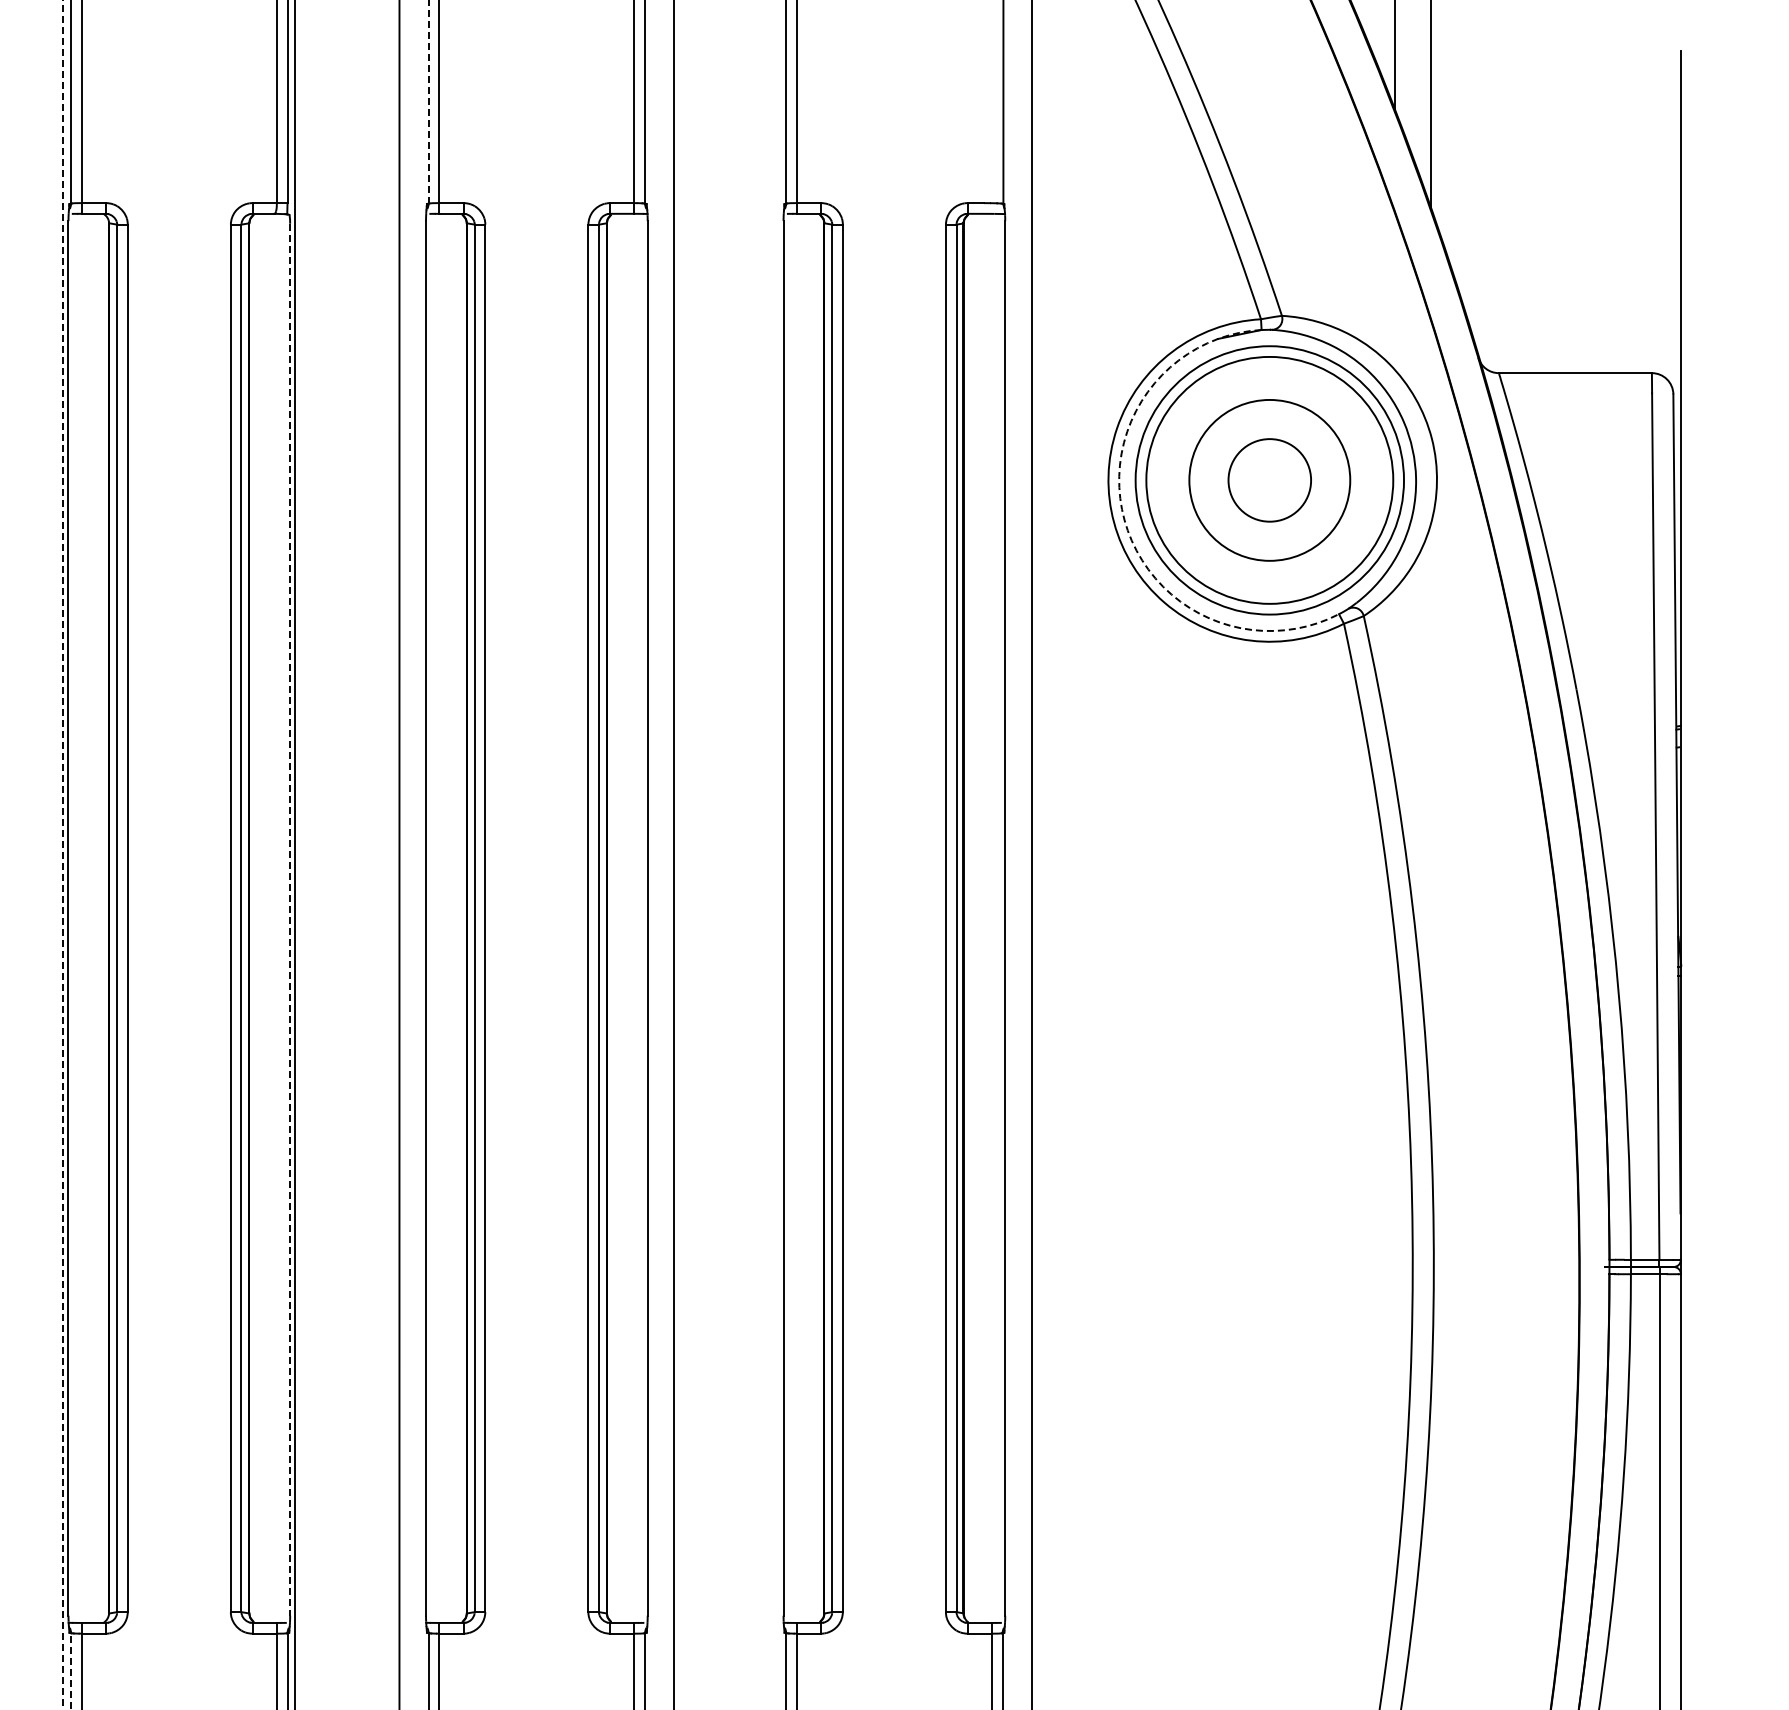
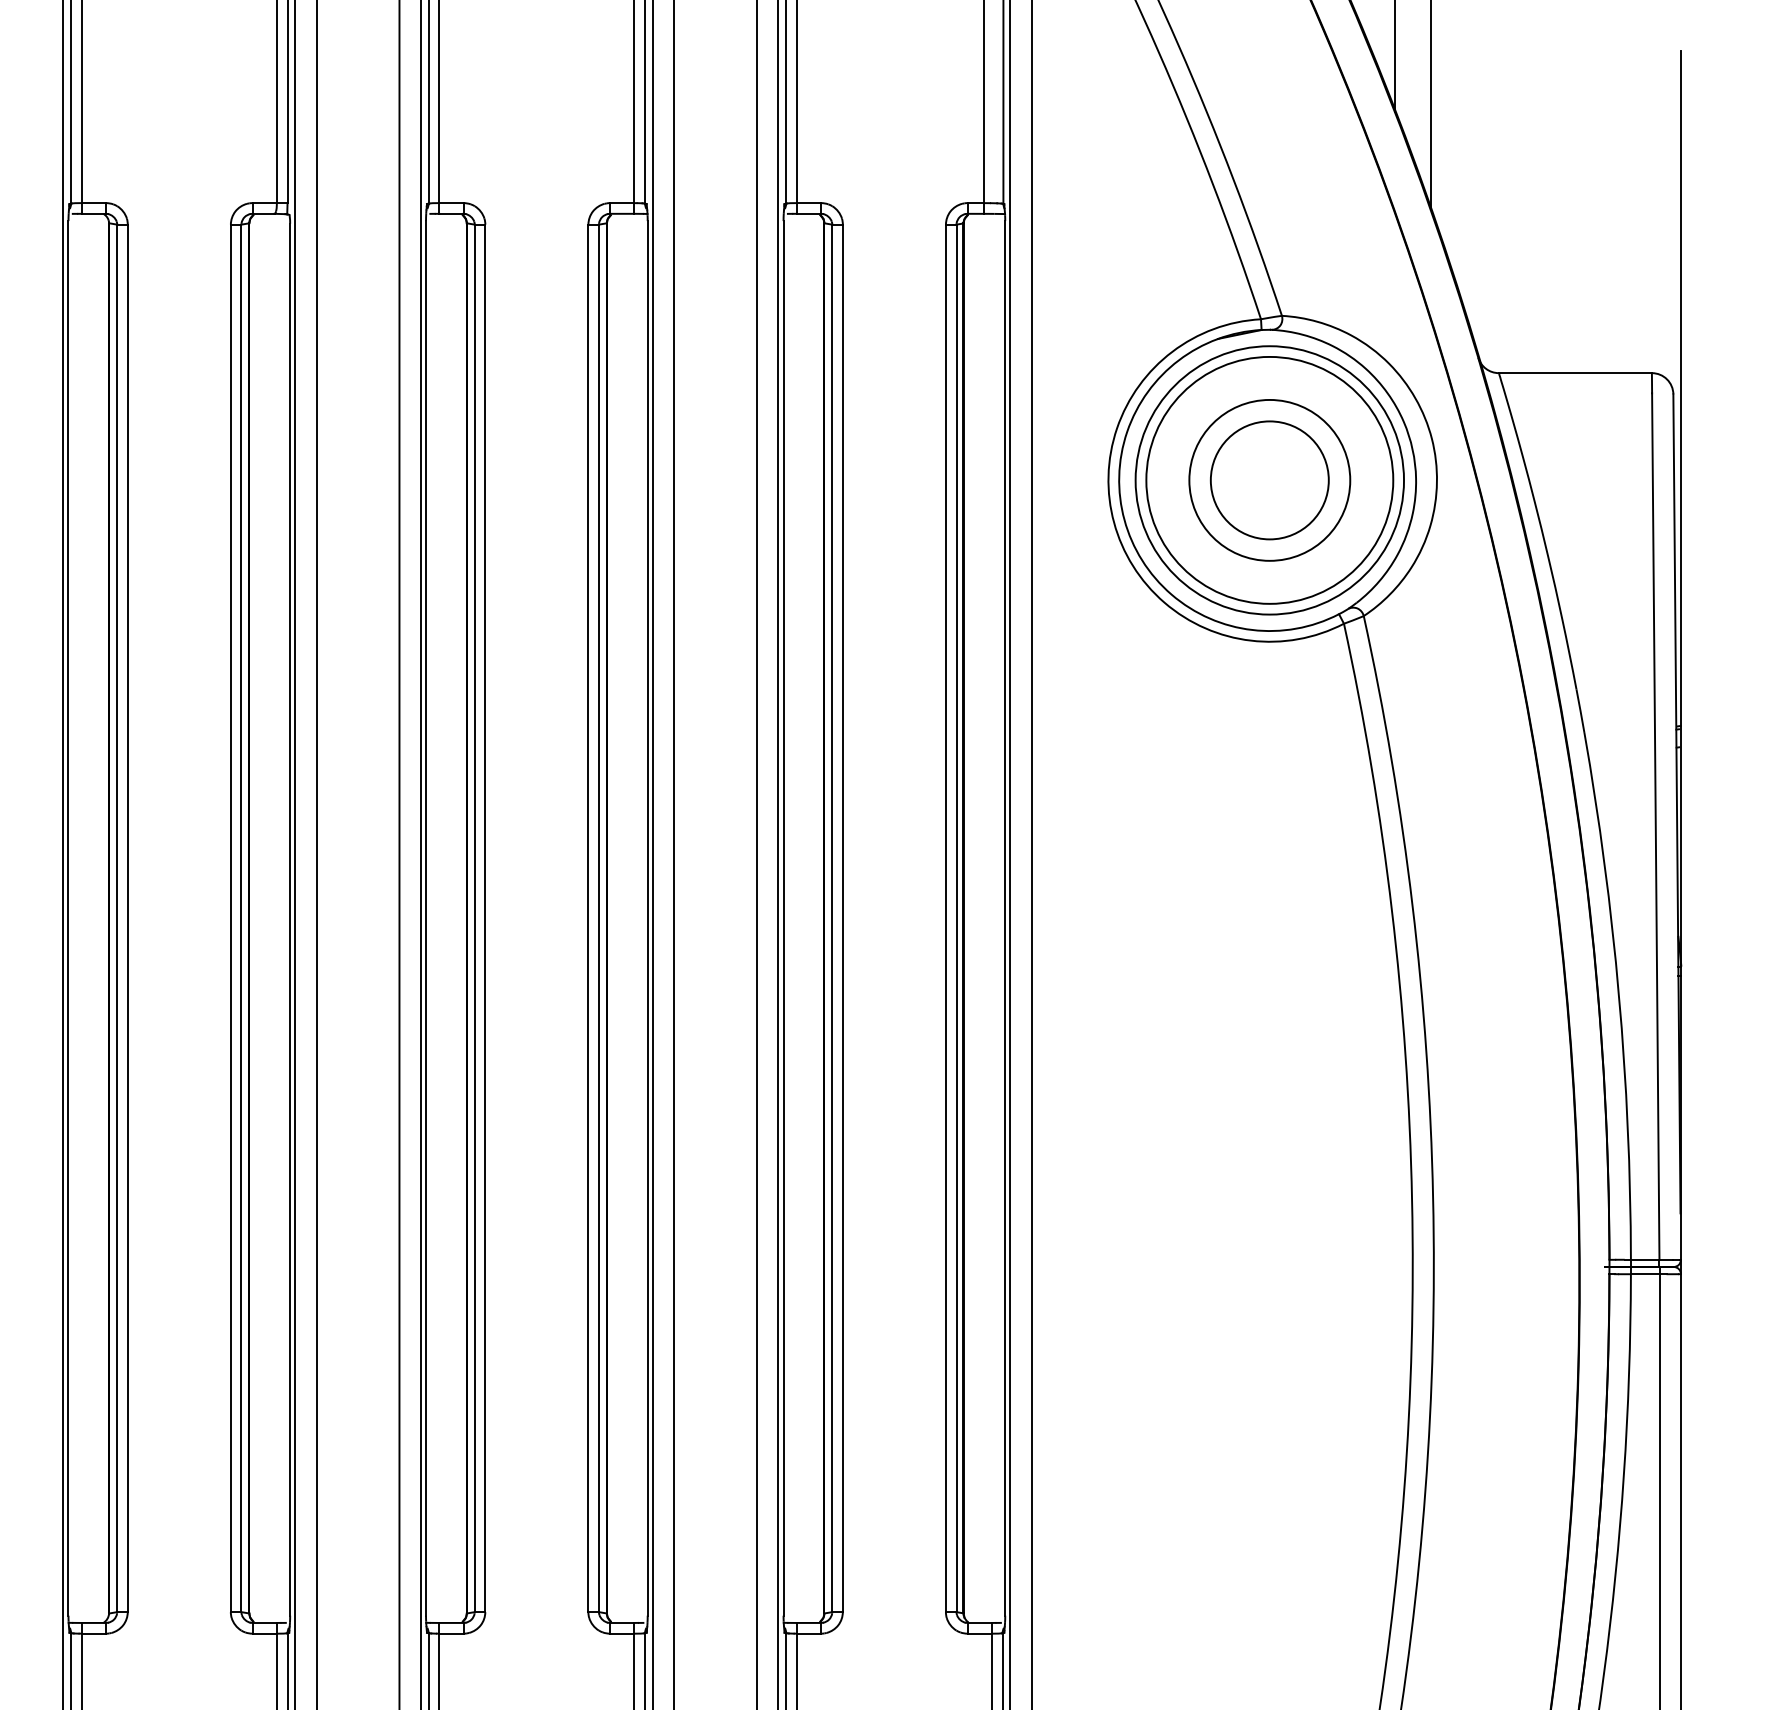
line at (428, 101): dashed -> solid
line at (983, 107): none -> present
circle at (1269, 480) diameter: 83 px -> 118 px
arc at (1124, 520): dashed -> solid
line at (63, 854): dashed -> solid
line at (316, 854): none -> present
line at (420, 854): none -> present
line at (652, 854): none -> present
line at (757, 854): none -> present
line at (778, 854): none -> present
line at (1010, 854): none -> present
line at (290, 919): dashed -> solid
line at (71, 1671): dashed -> solid
